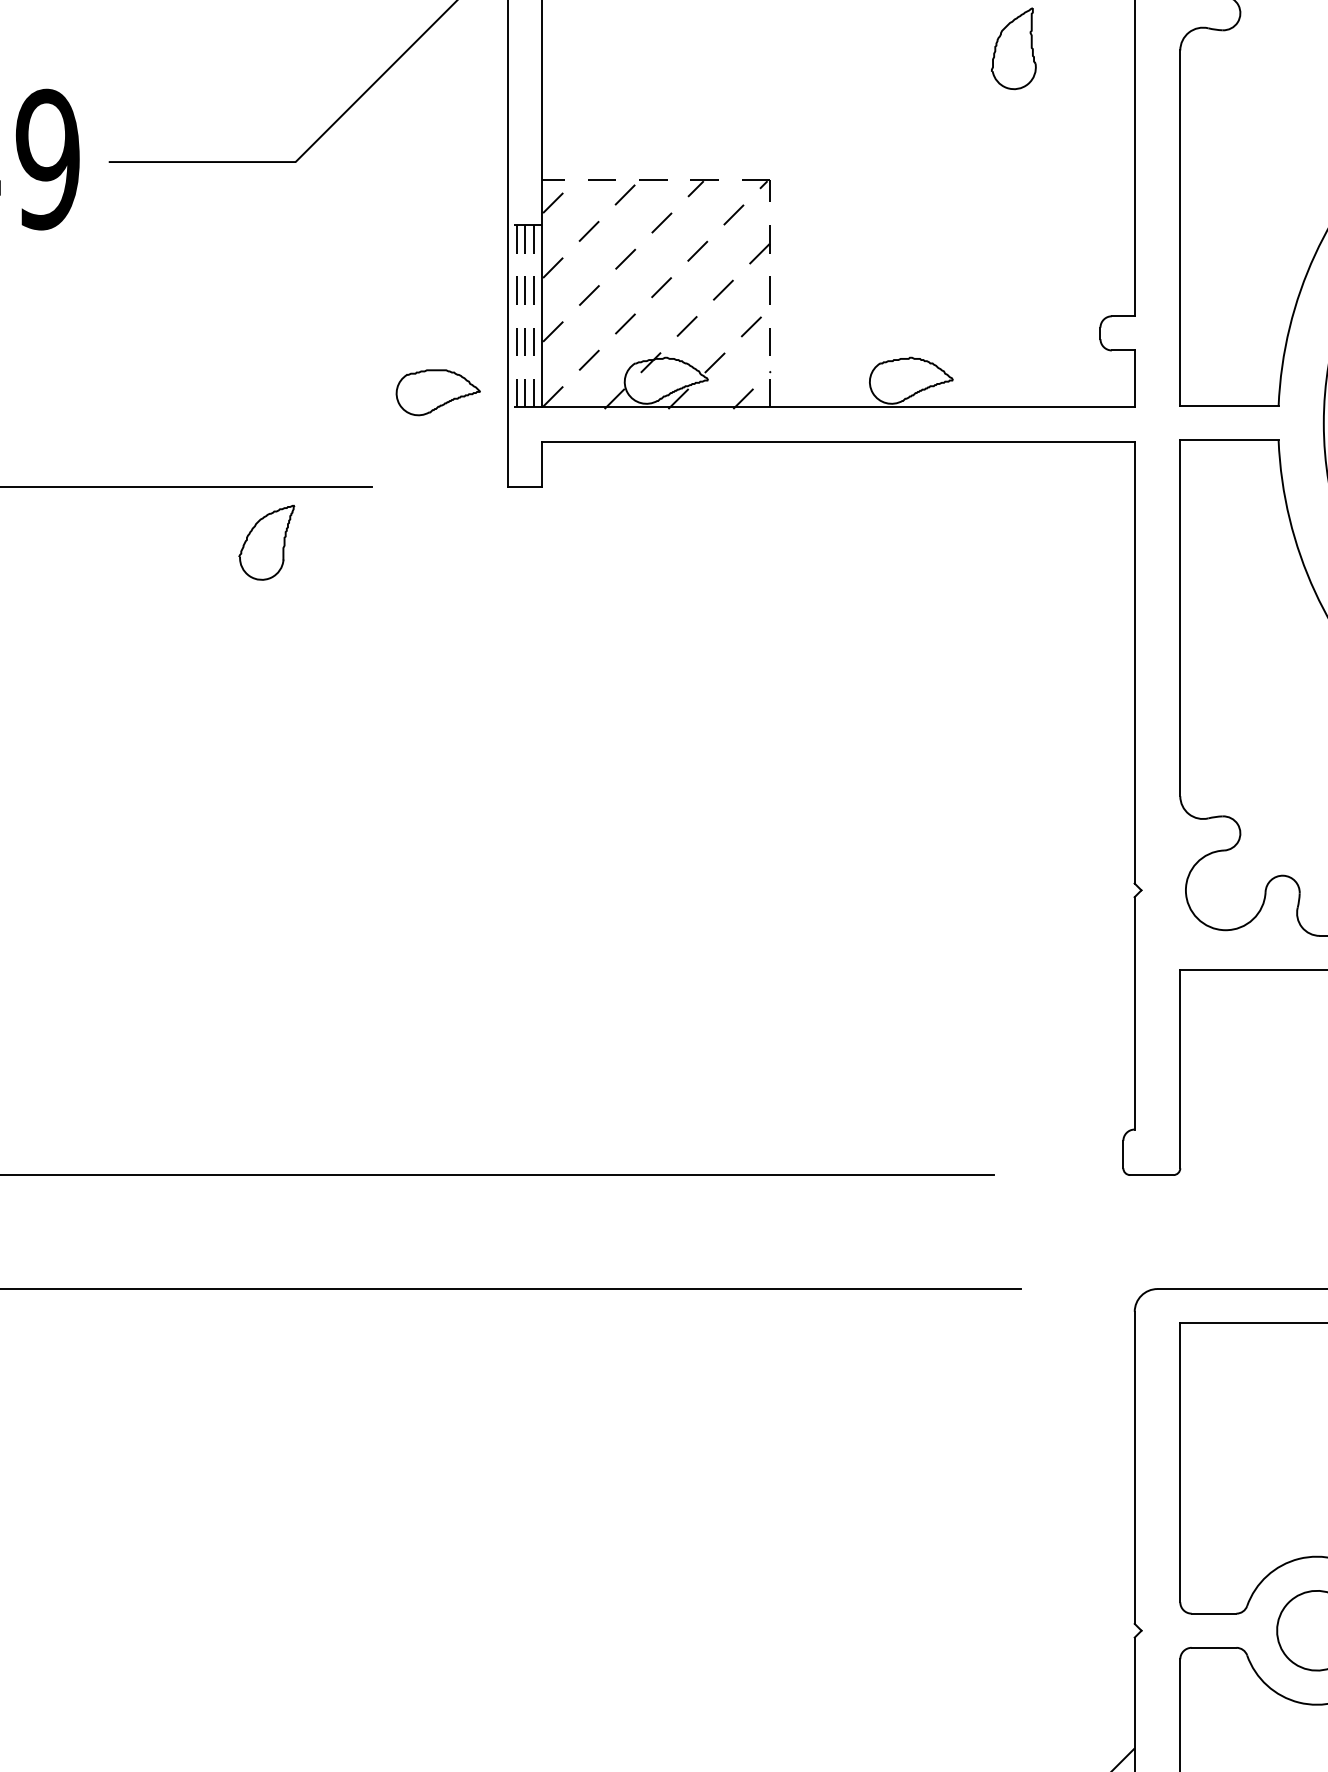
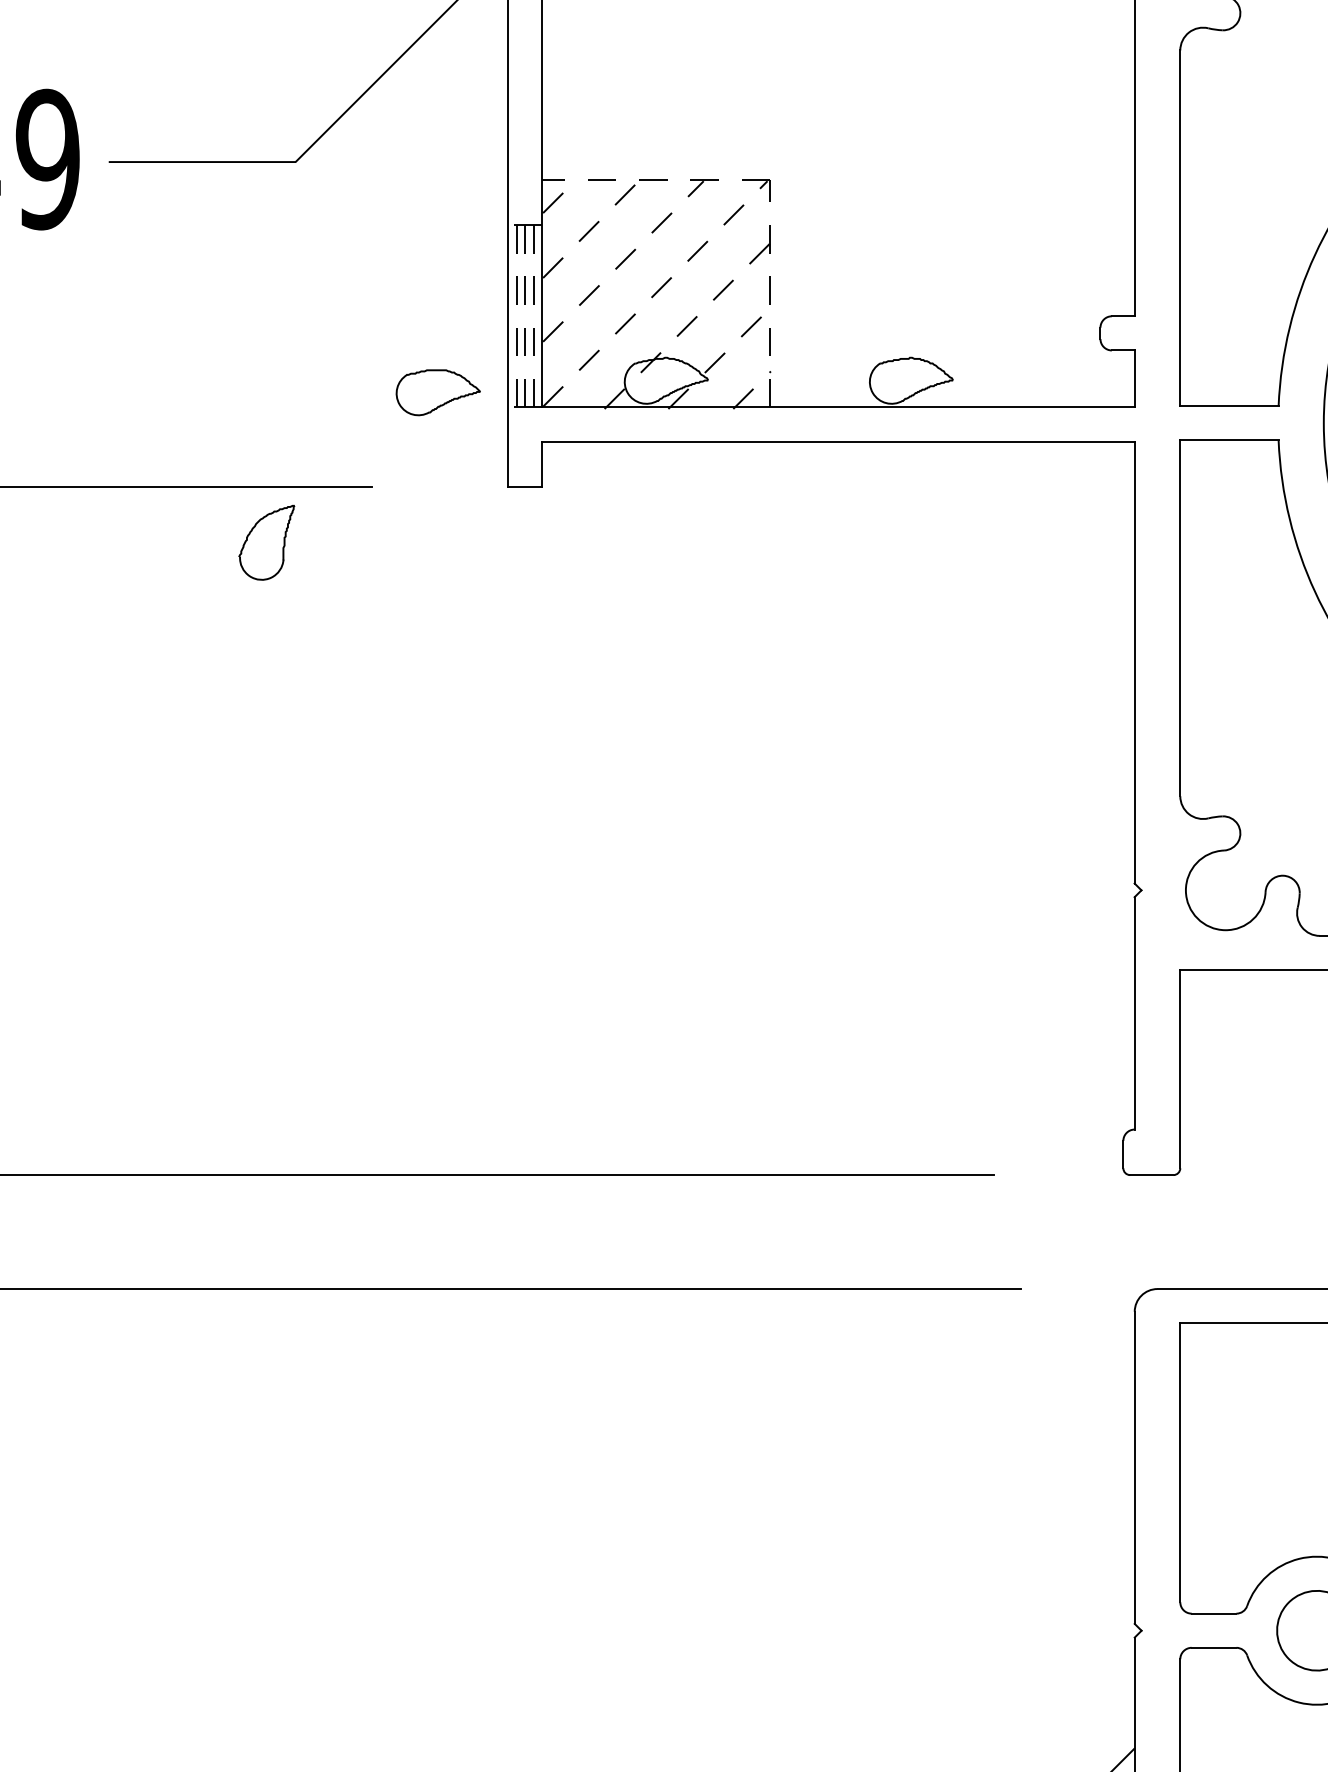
part at (1013, 48): present -> none
